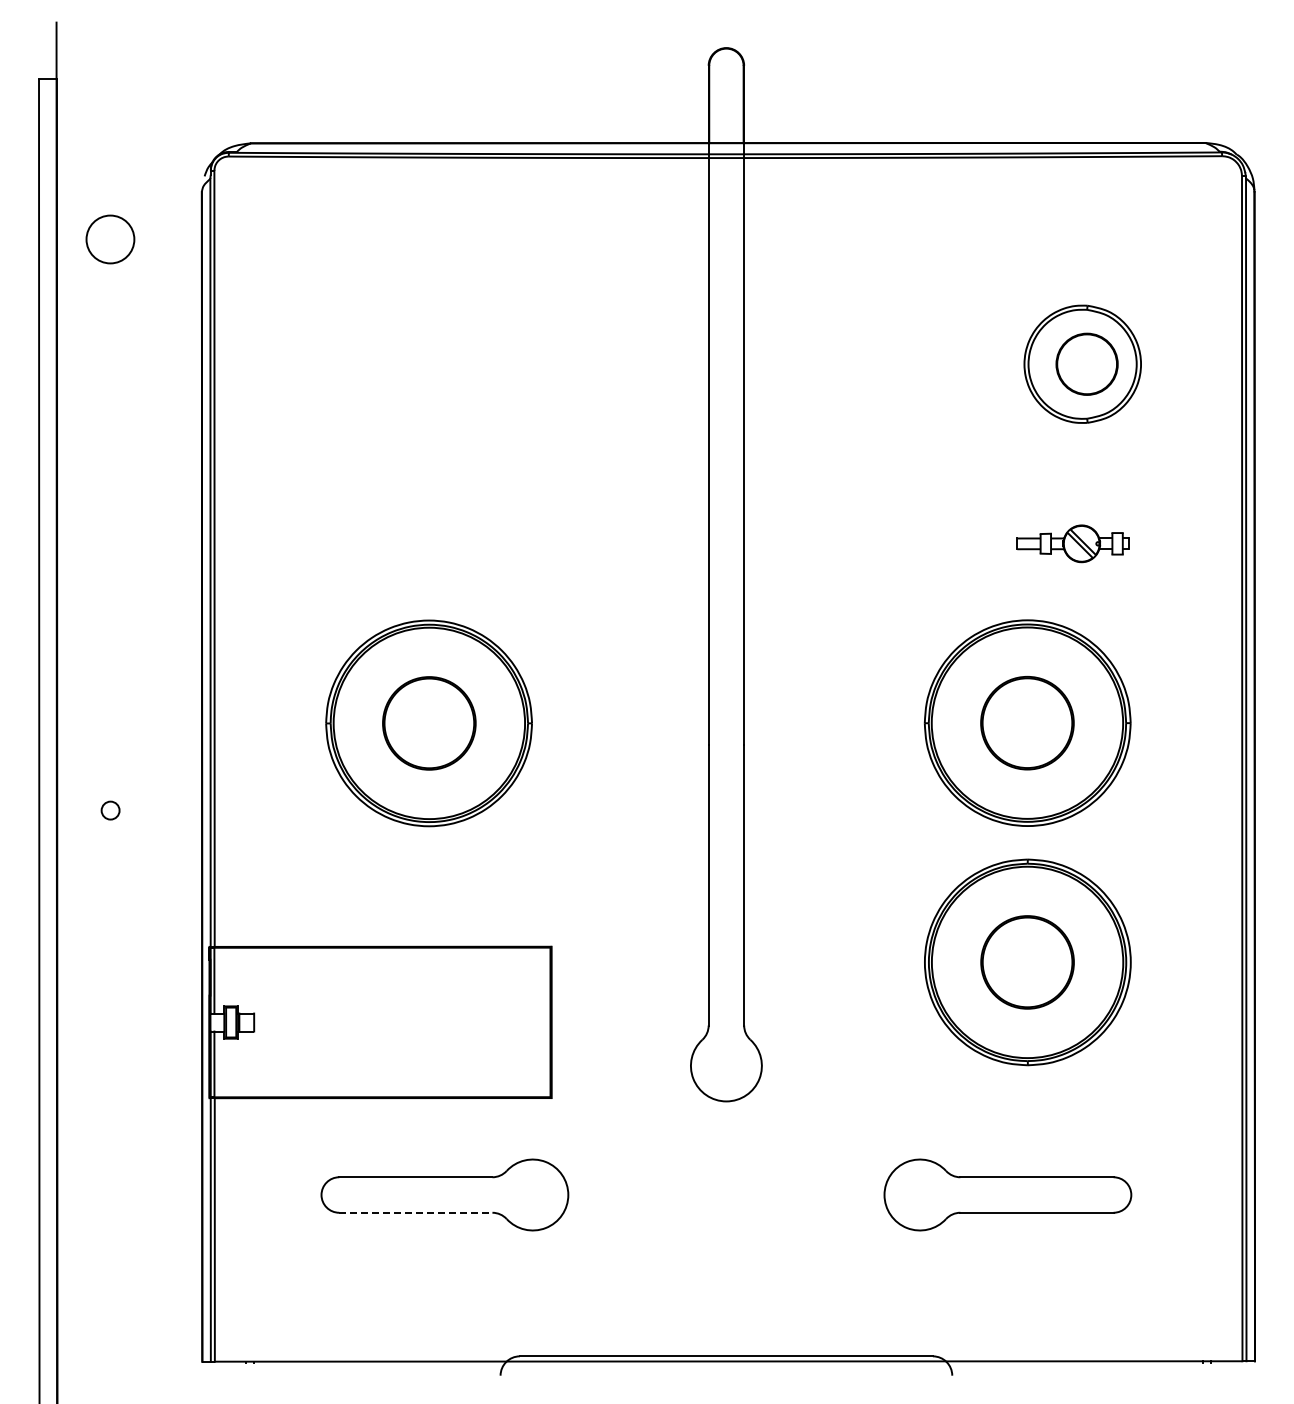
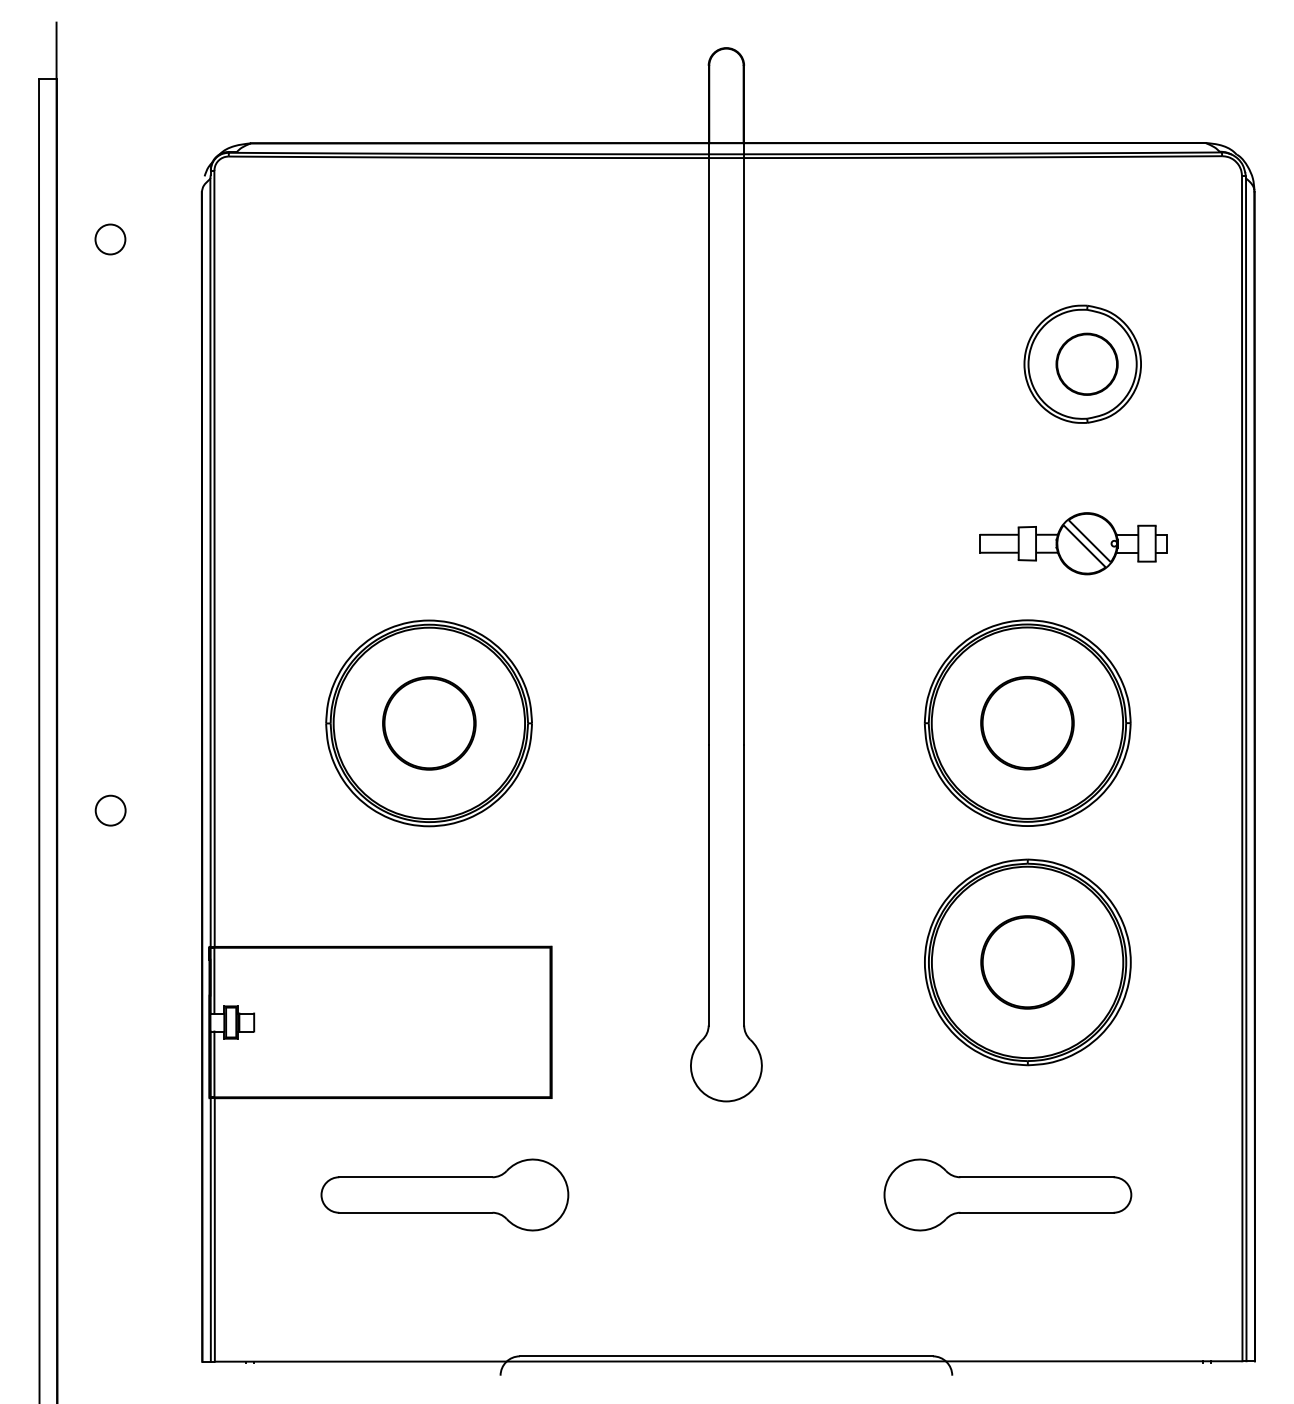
circle at (110, 239) diameter: 48 px -> 30 px
part at (1072, 543) size: 114x40 px -> 189x64 px
circle at (110, 810) size: 21x21 px -> 33x33 px
line at (415, 1212): dashed -> solid
